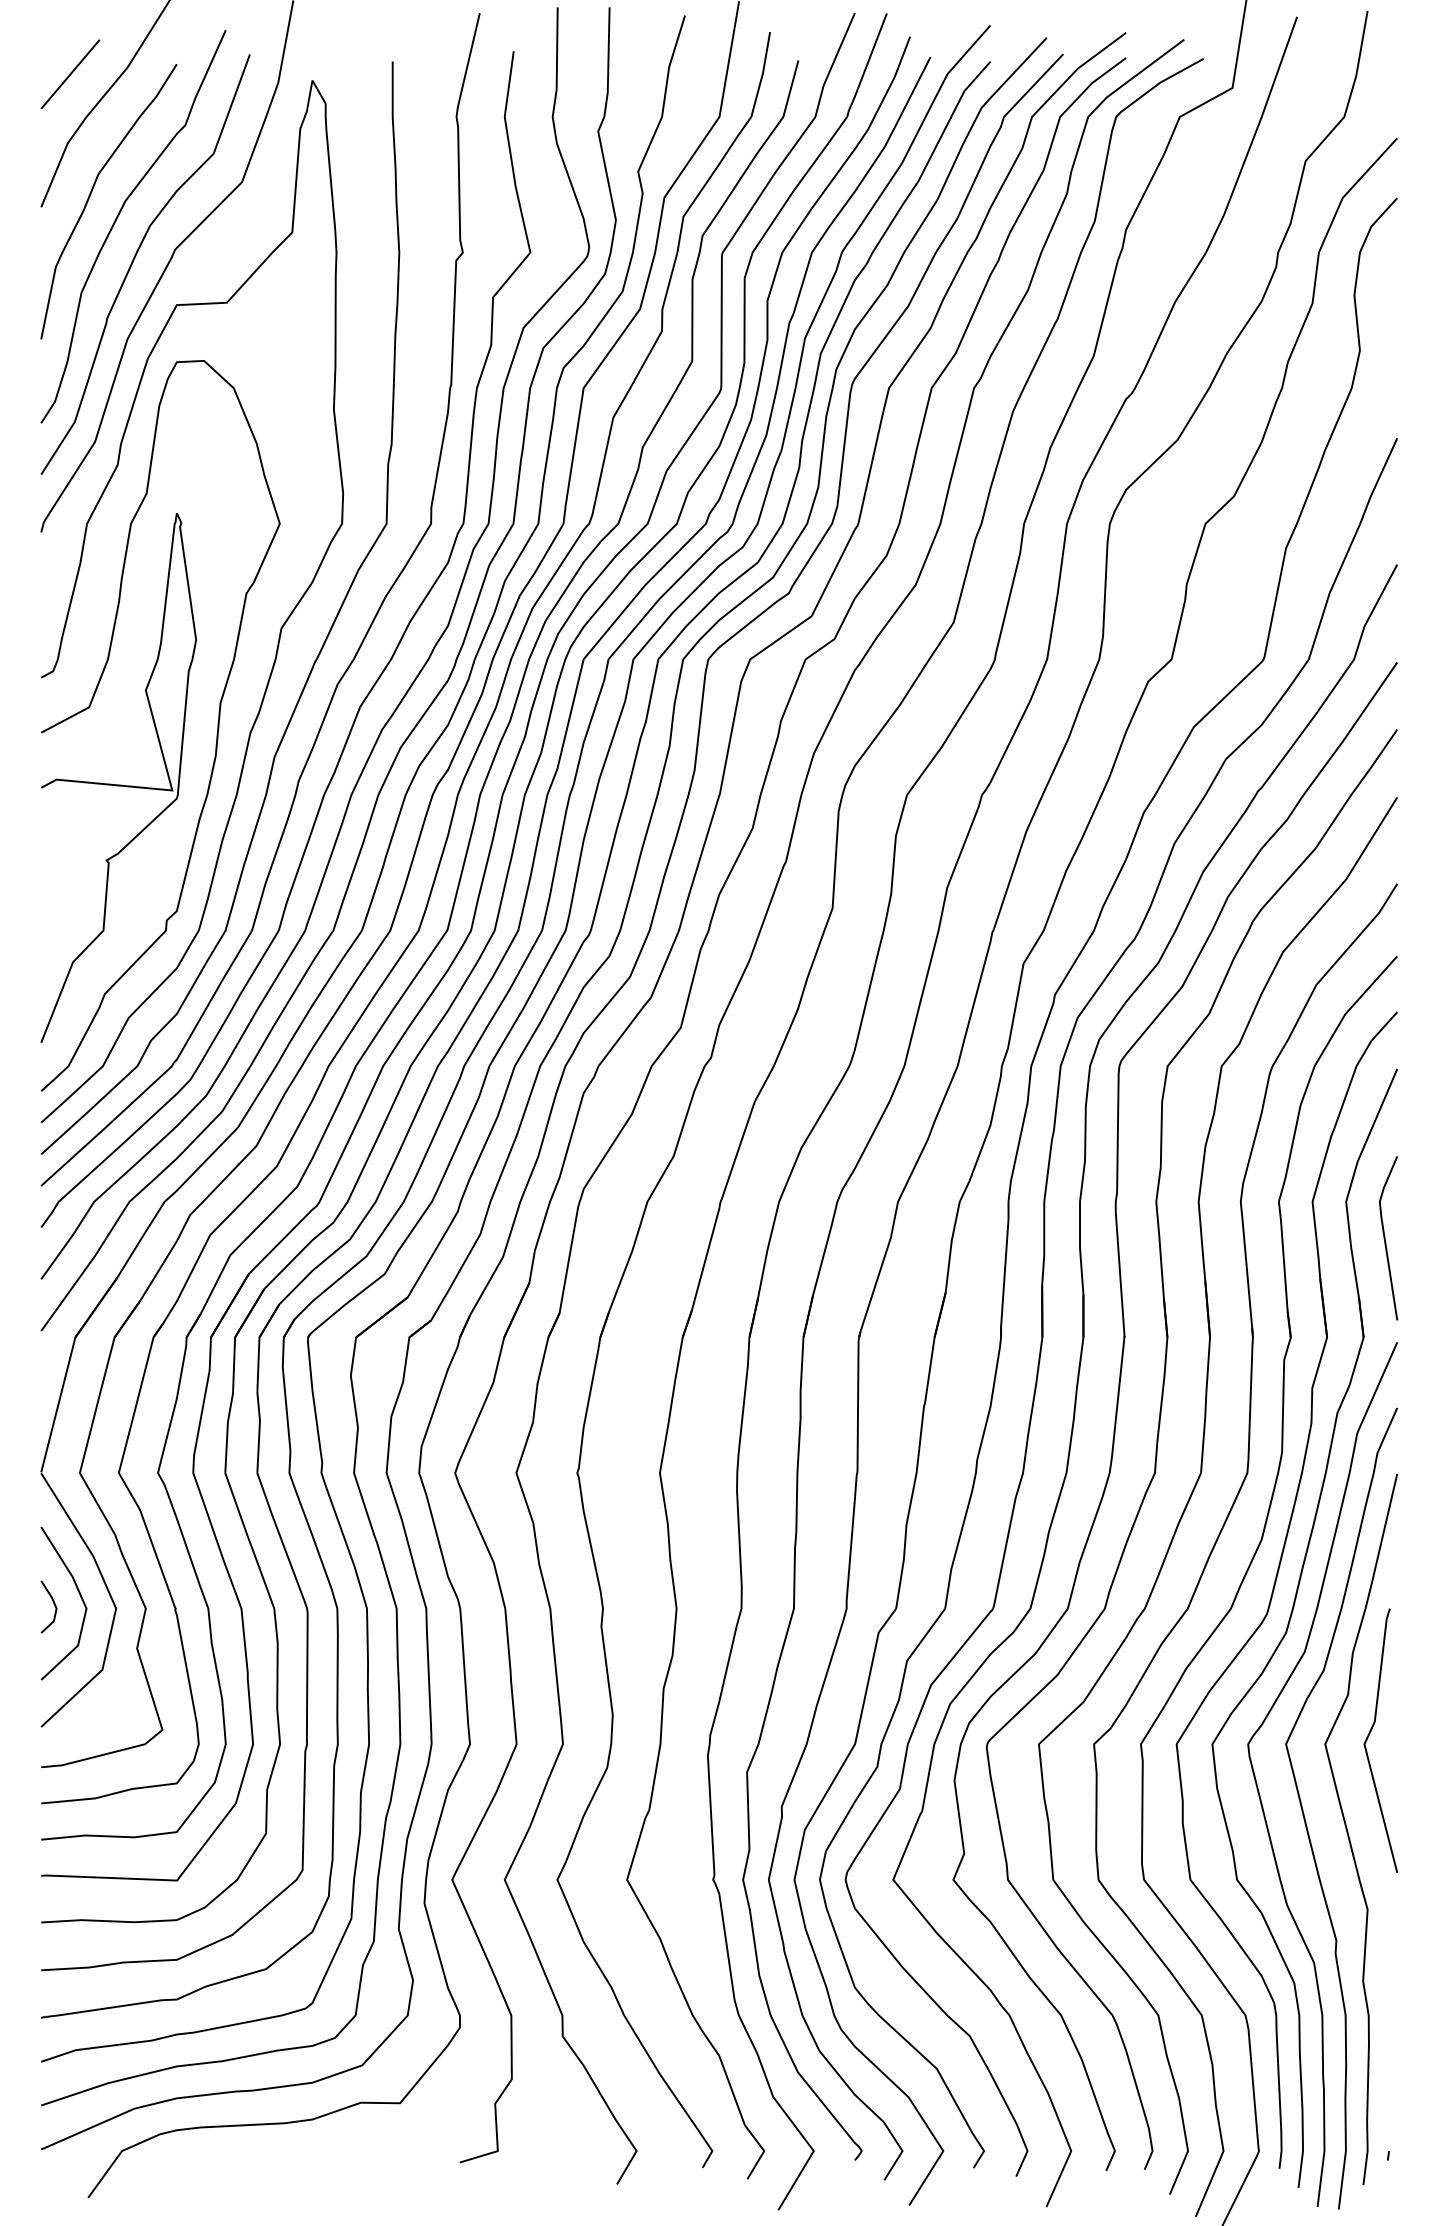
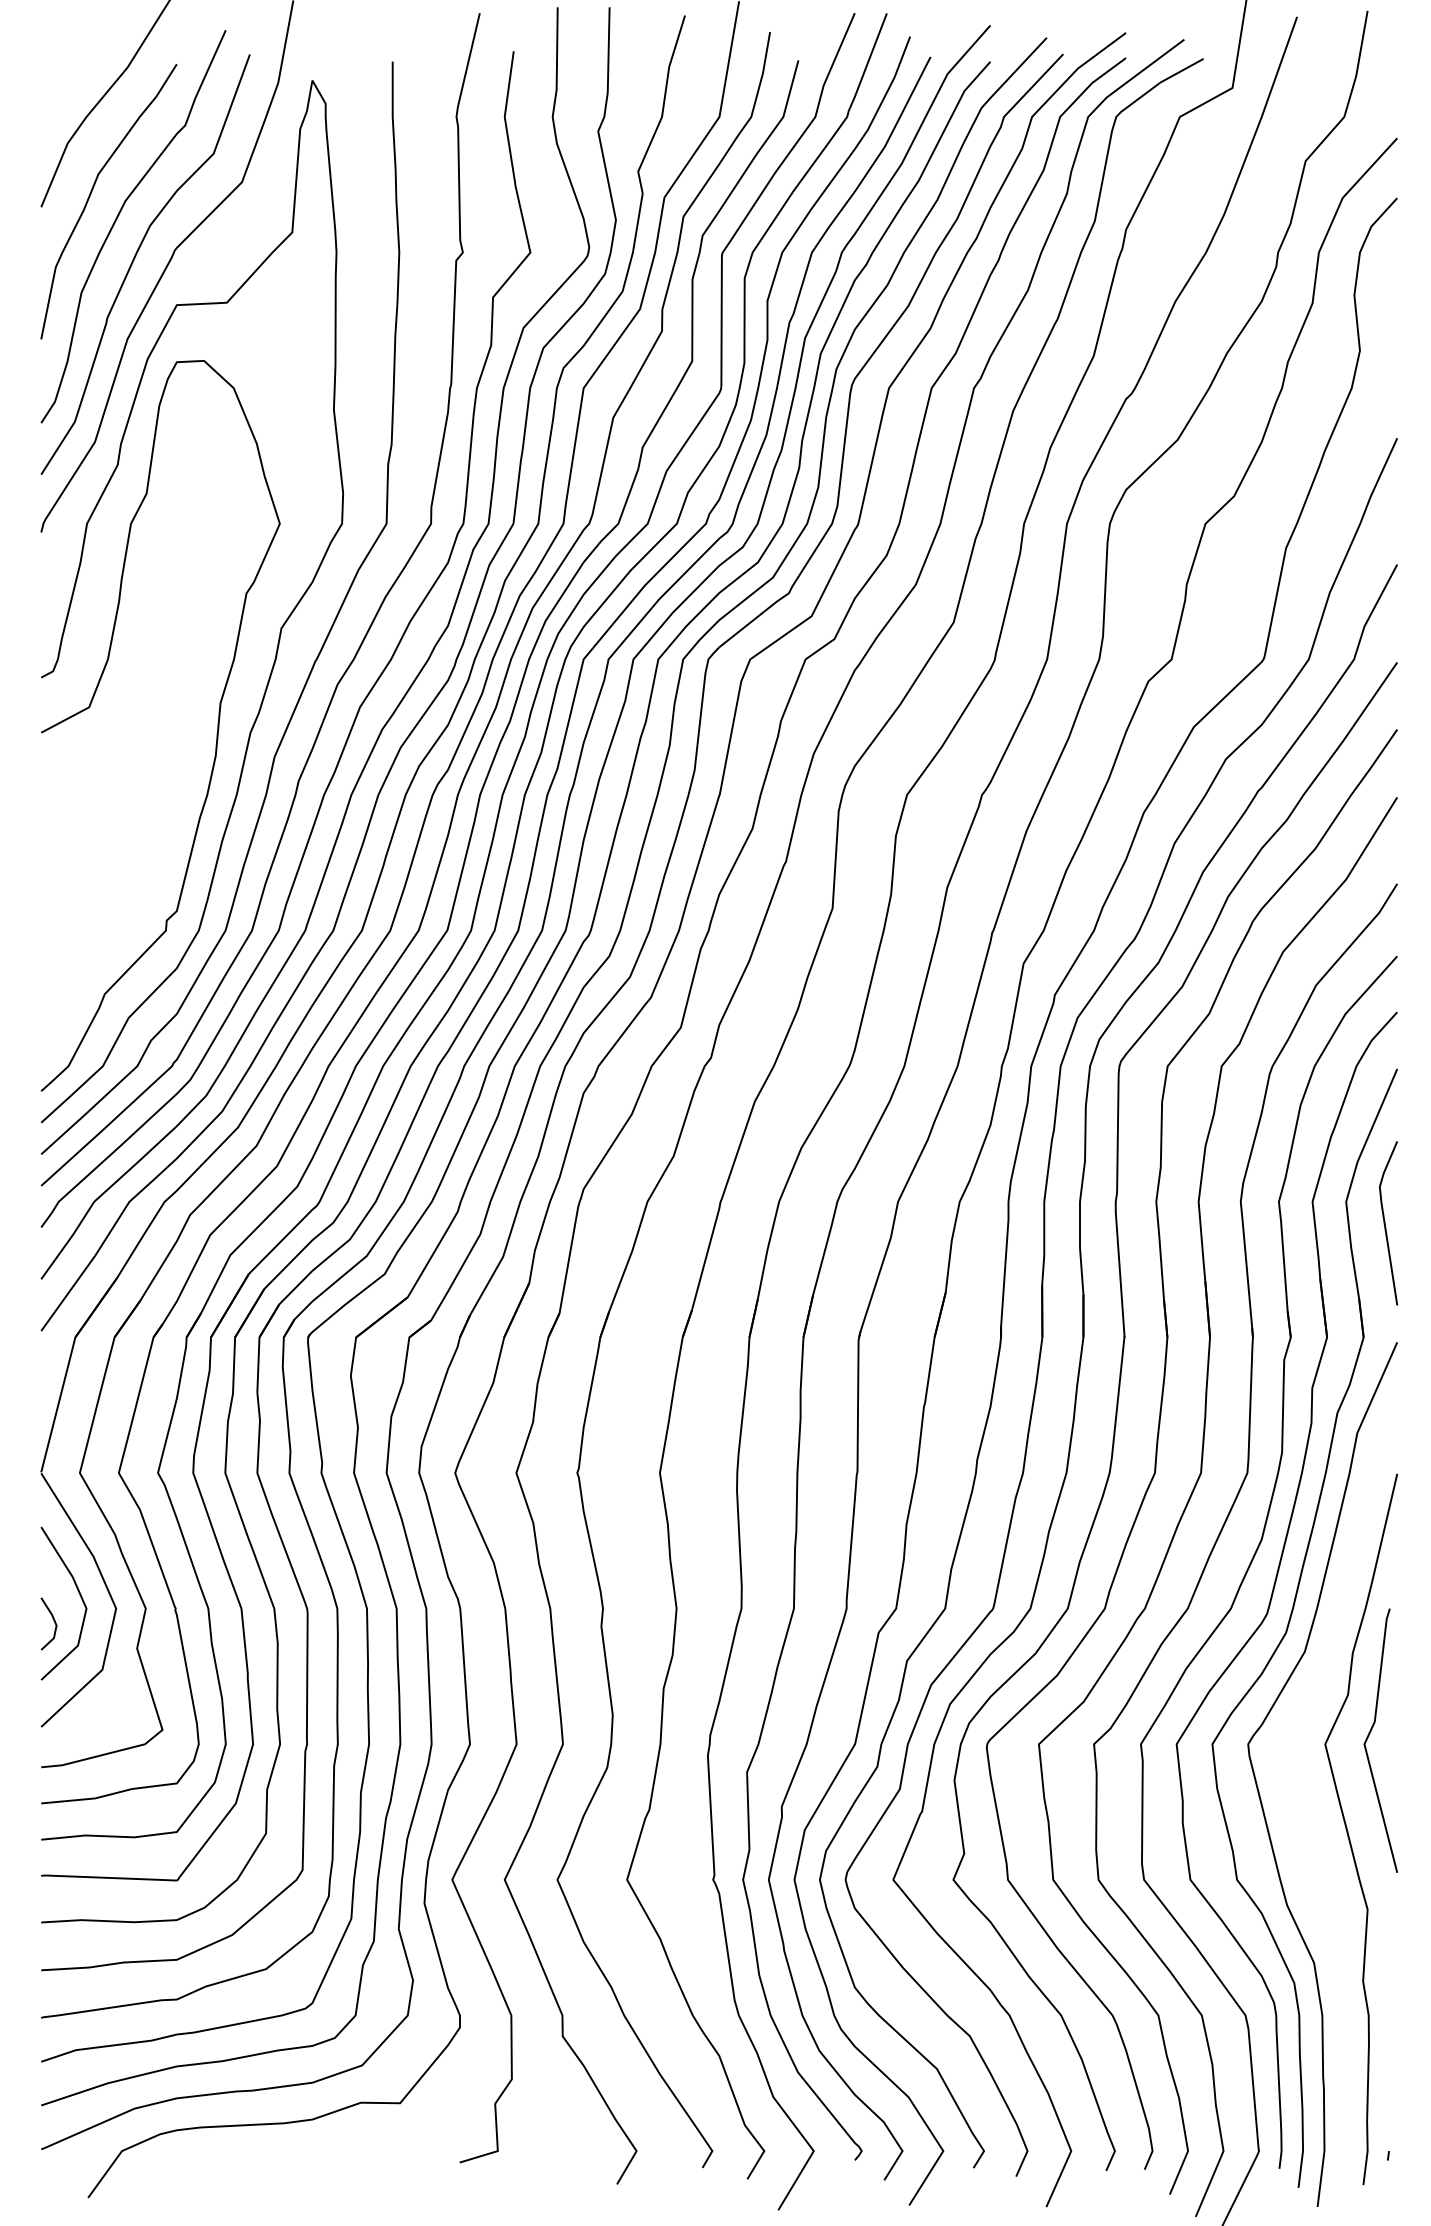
line at (70, 74): present -> none
curve at (118, 784): present -> none
line at (1385, 1238) position: (1385, 1238) -> (1385, 1223)
line at (53, 1604) position: (53, 1604) -> (53, 1621)
curve at (1305, 1817): present -> none
